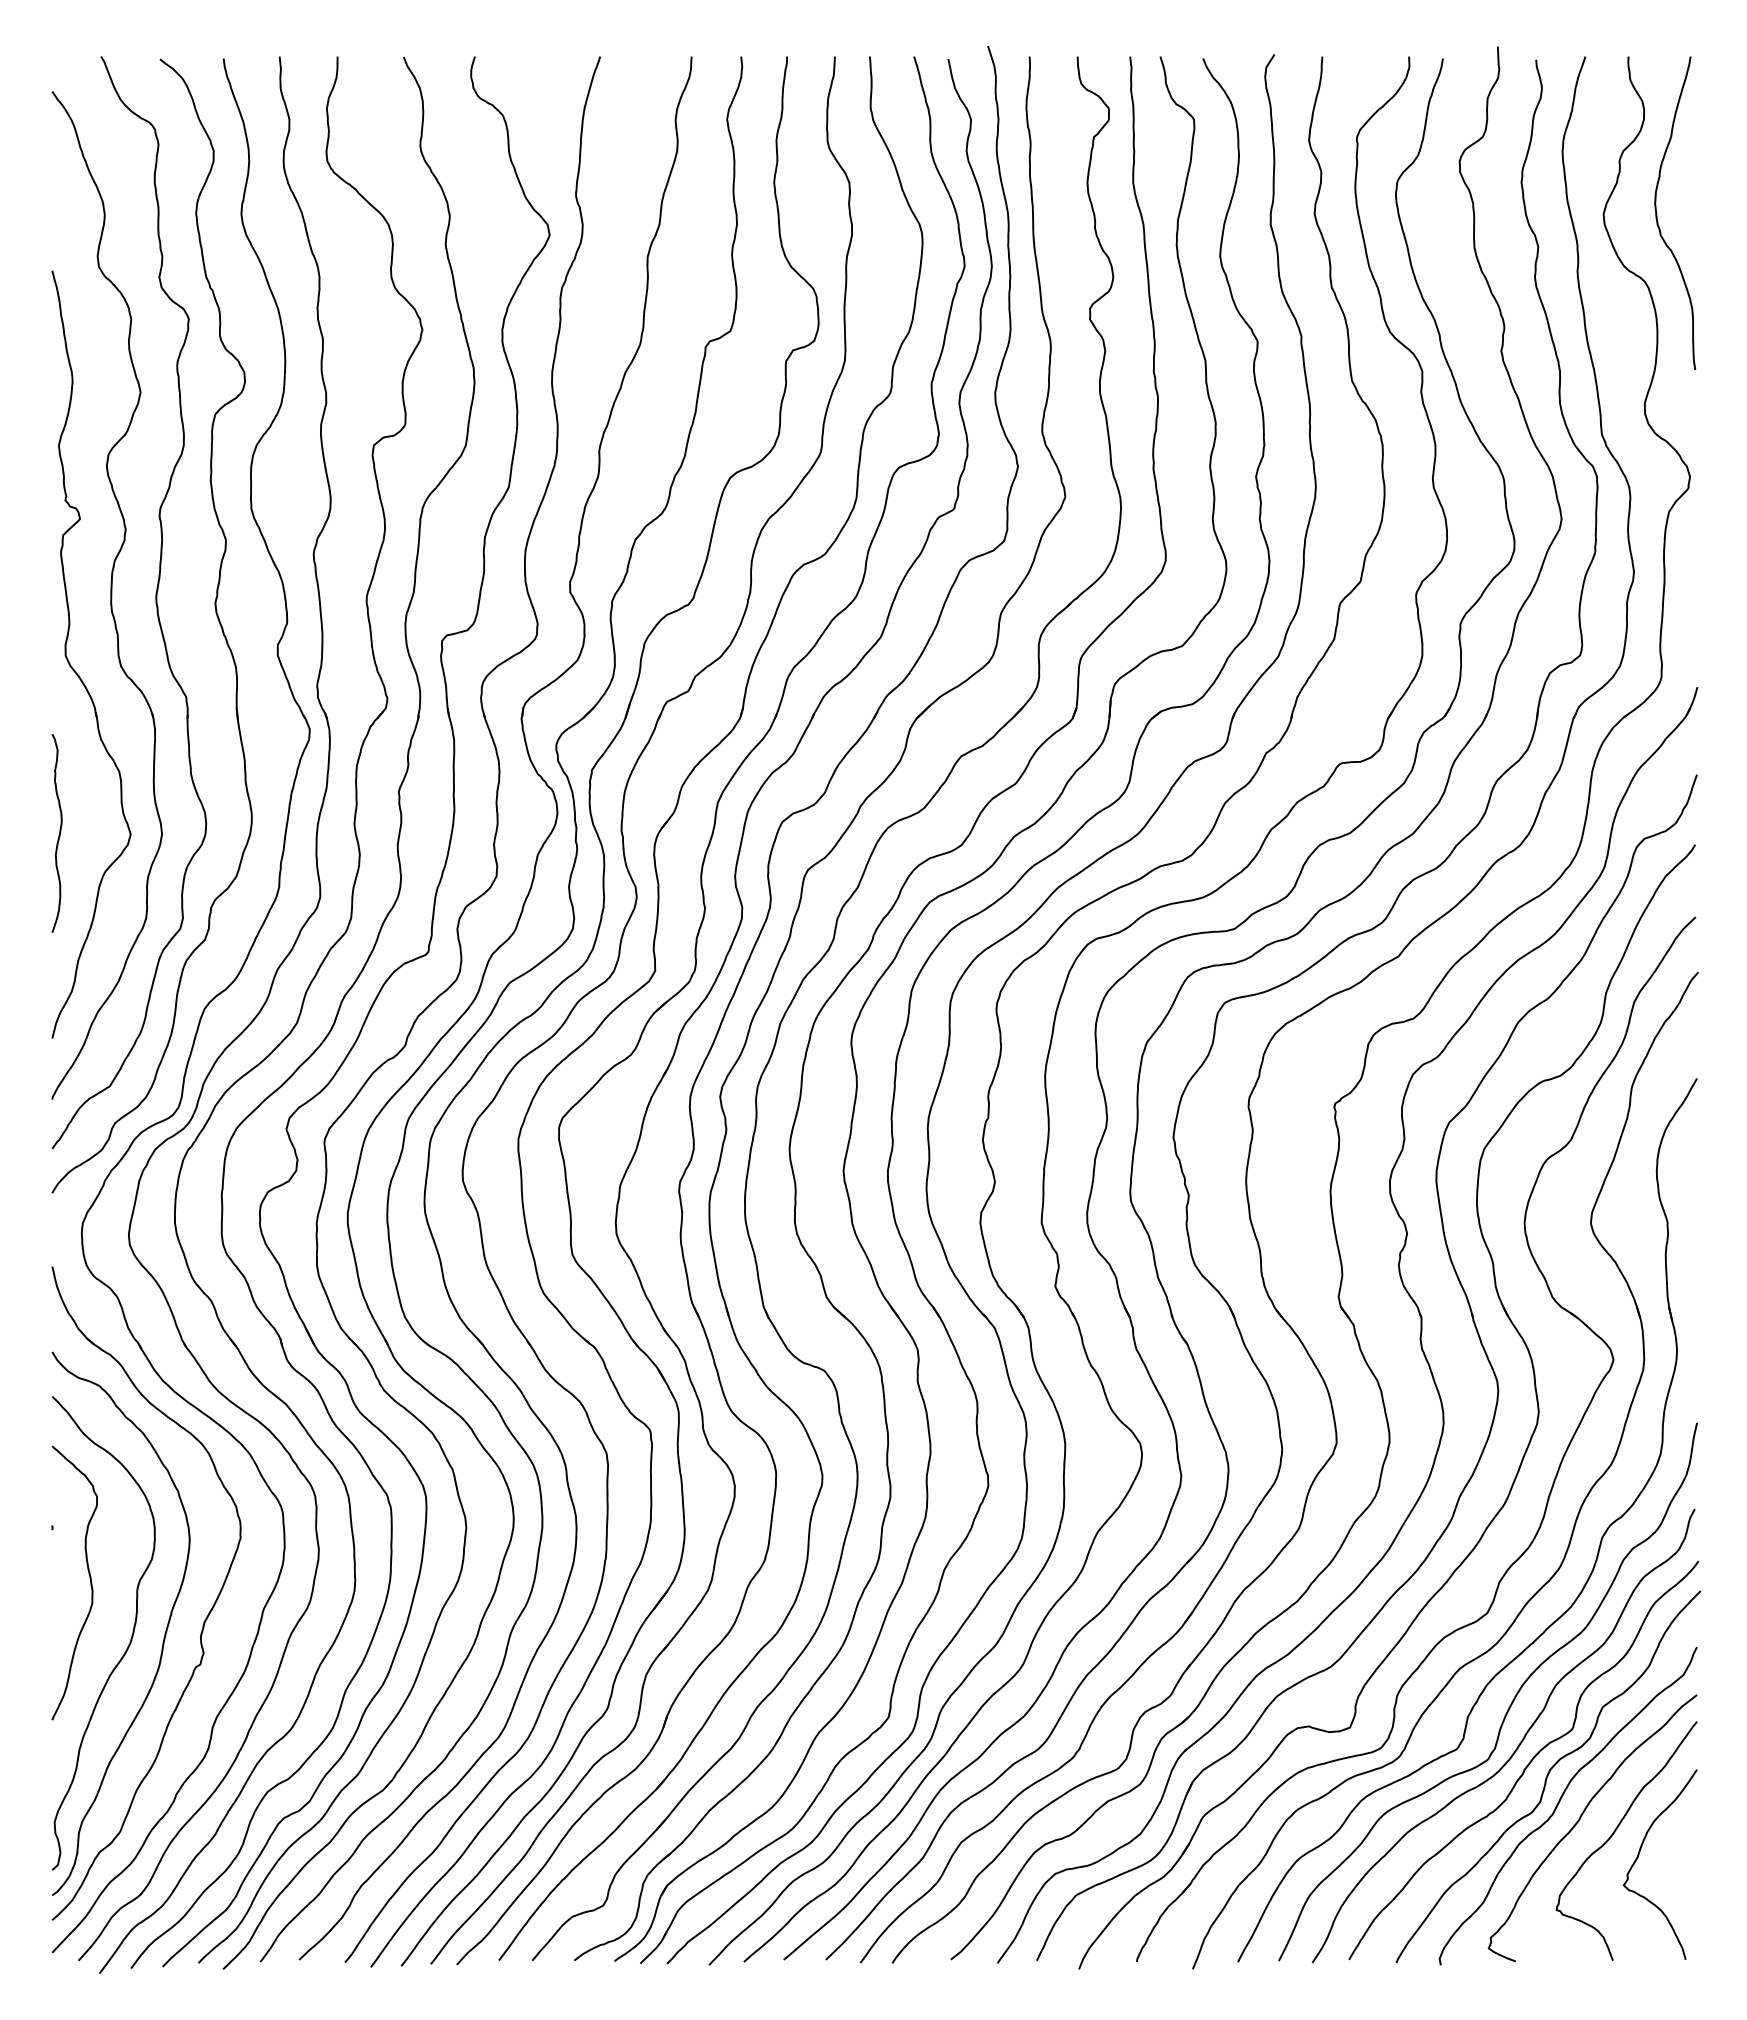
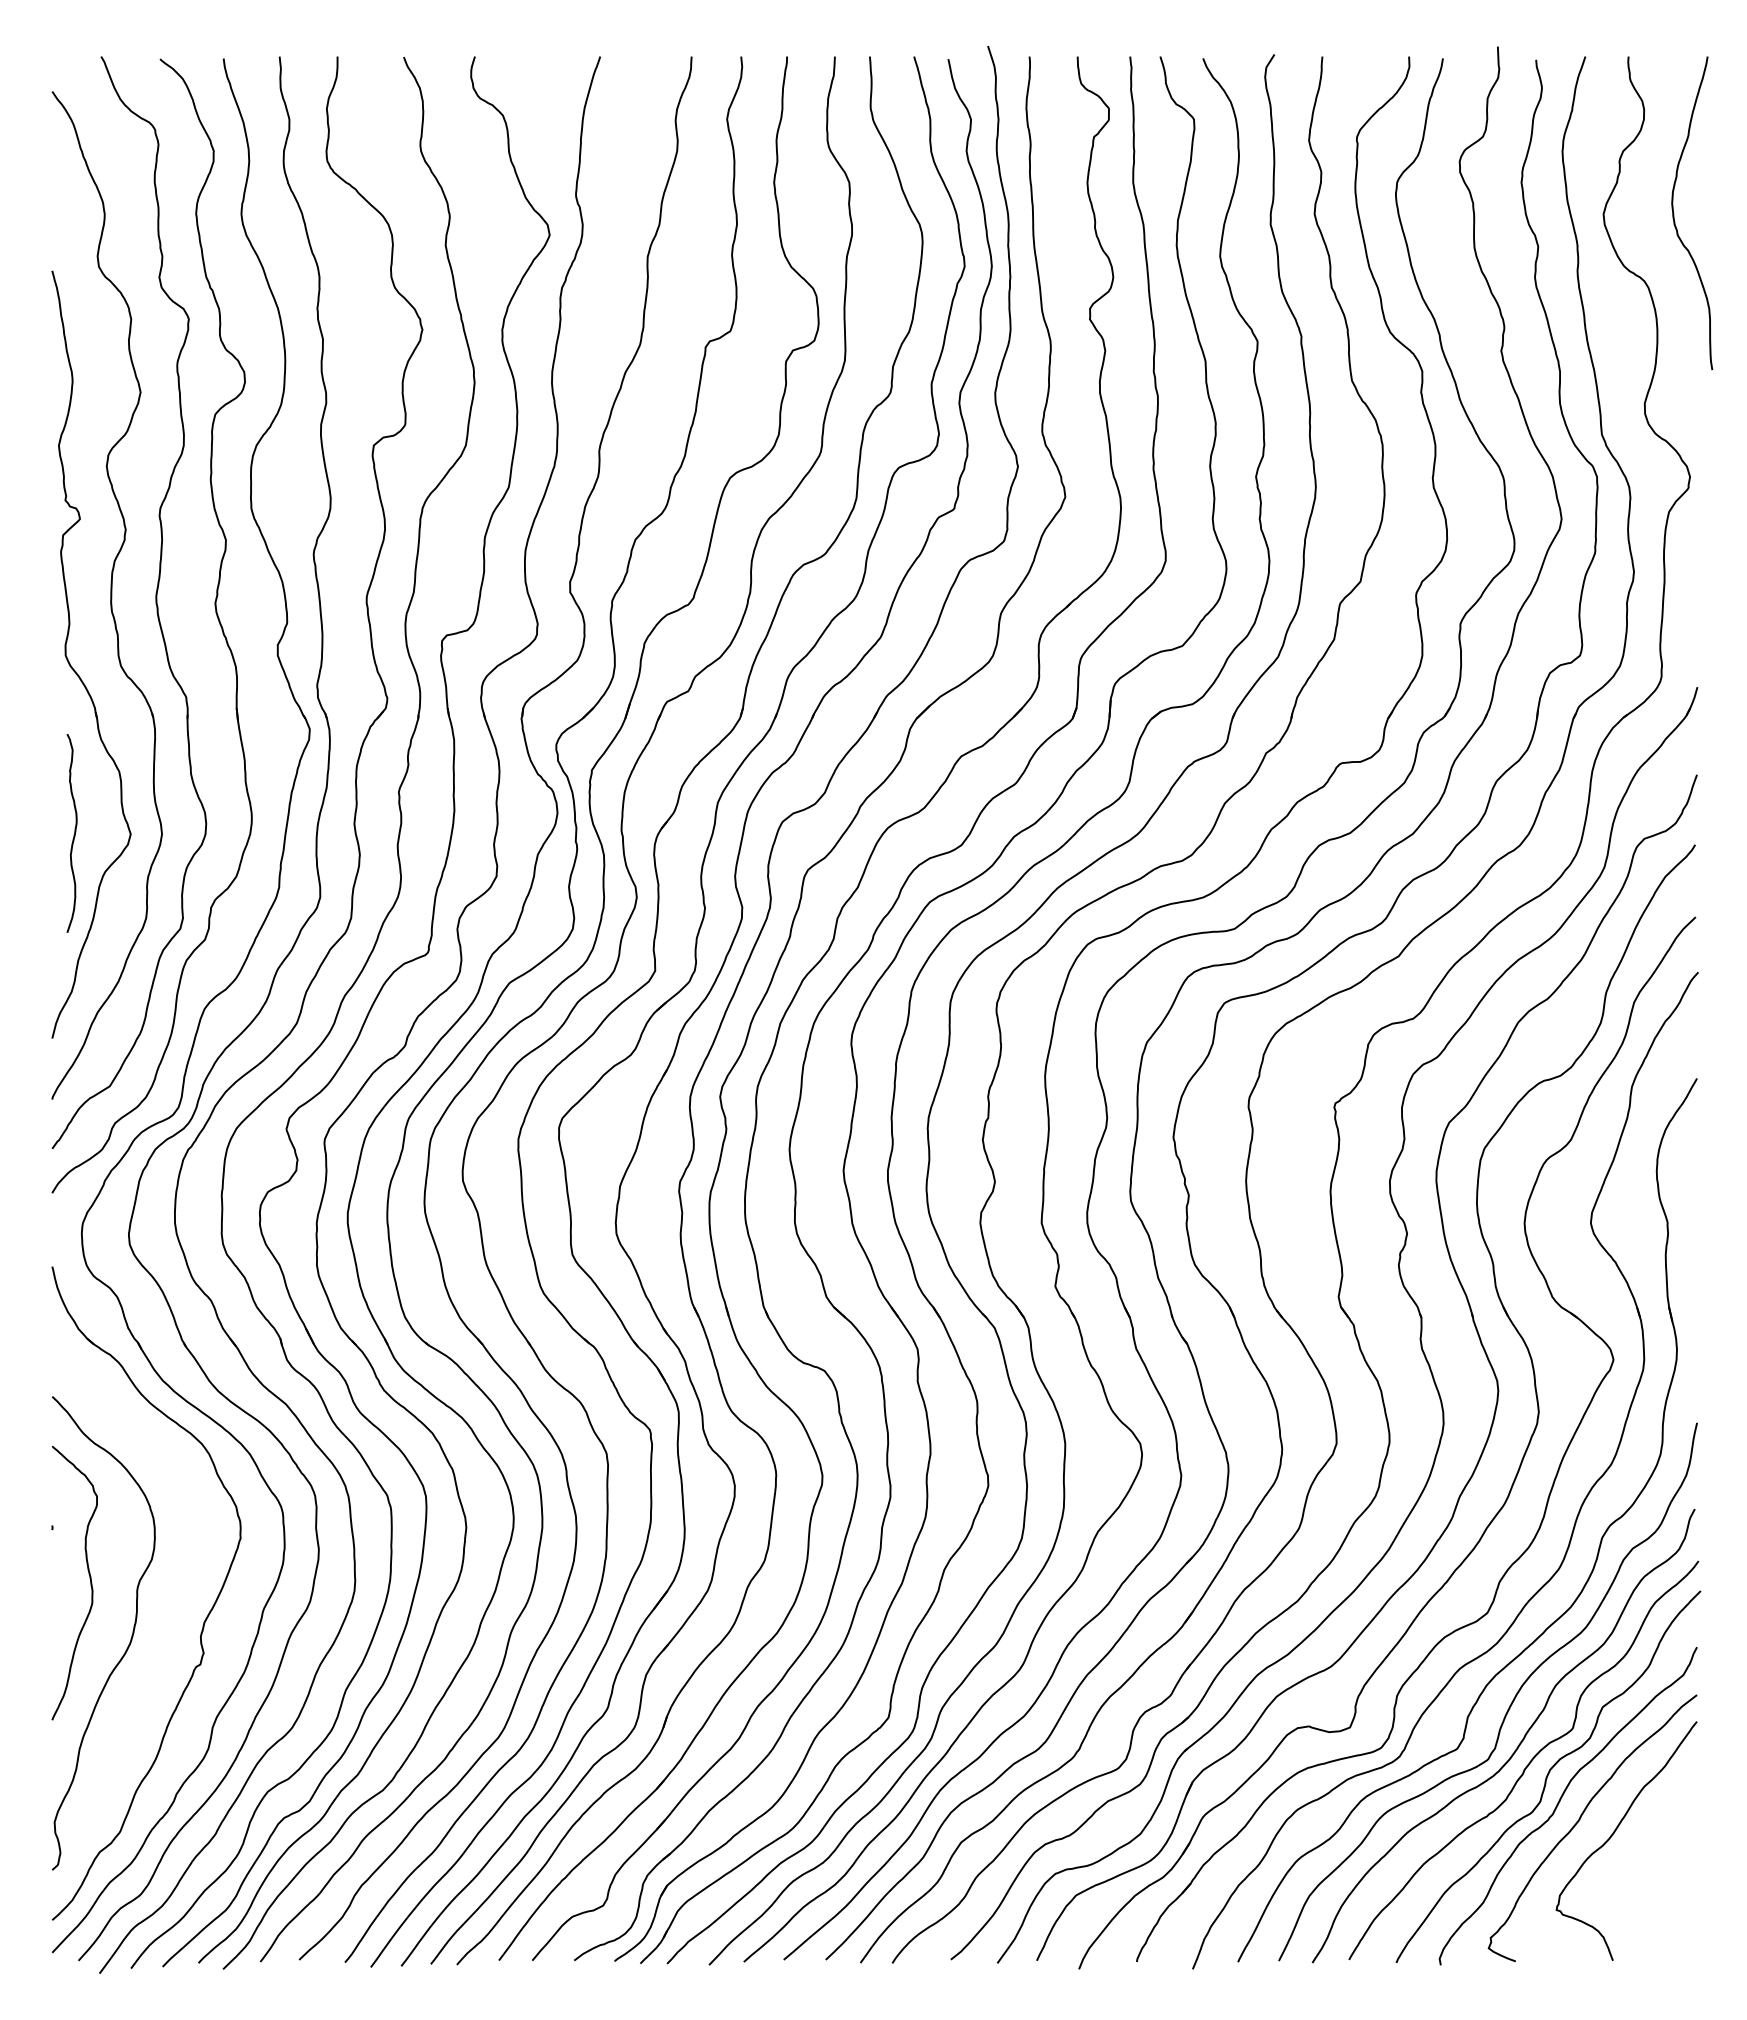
curve at (1657, 213) position: (1657, 213) -> (1674, 213)
curve at (58, 835) position: (58, 835) -> (73, 835)
curve at (164, 1633): present -> none
curve at (1638, 1858): present -> none
